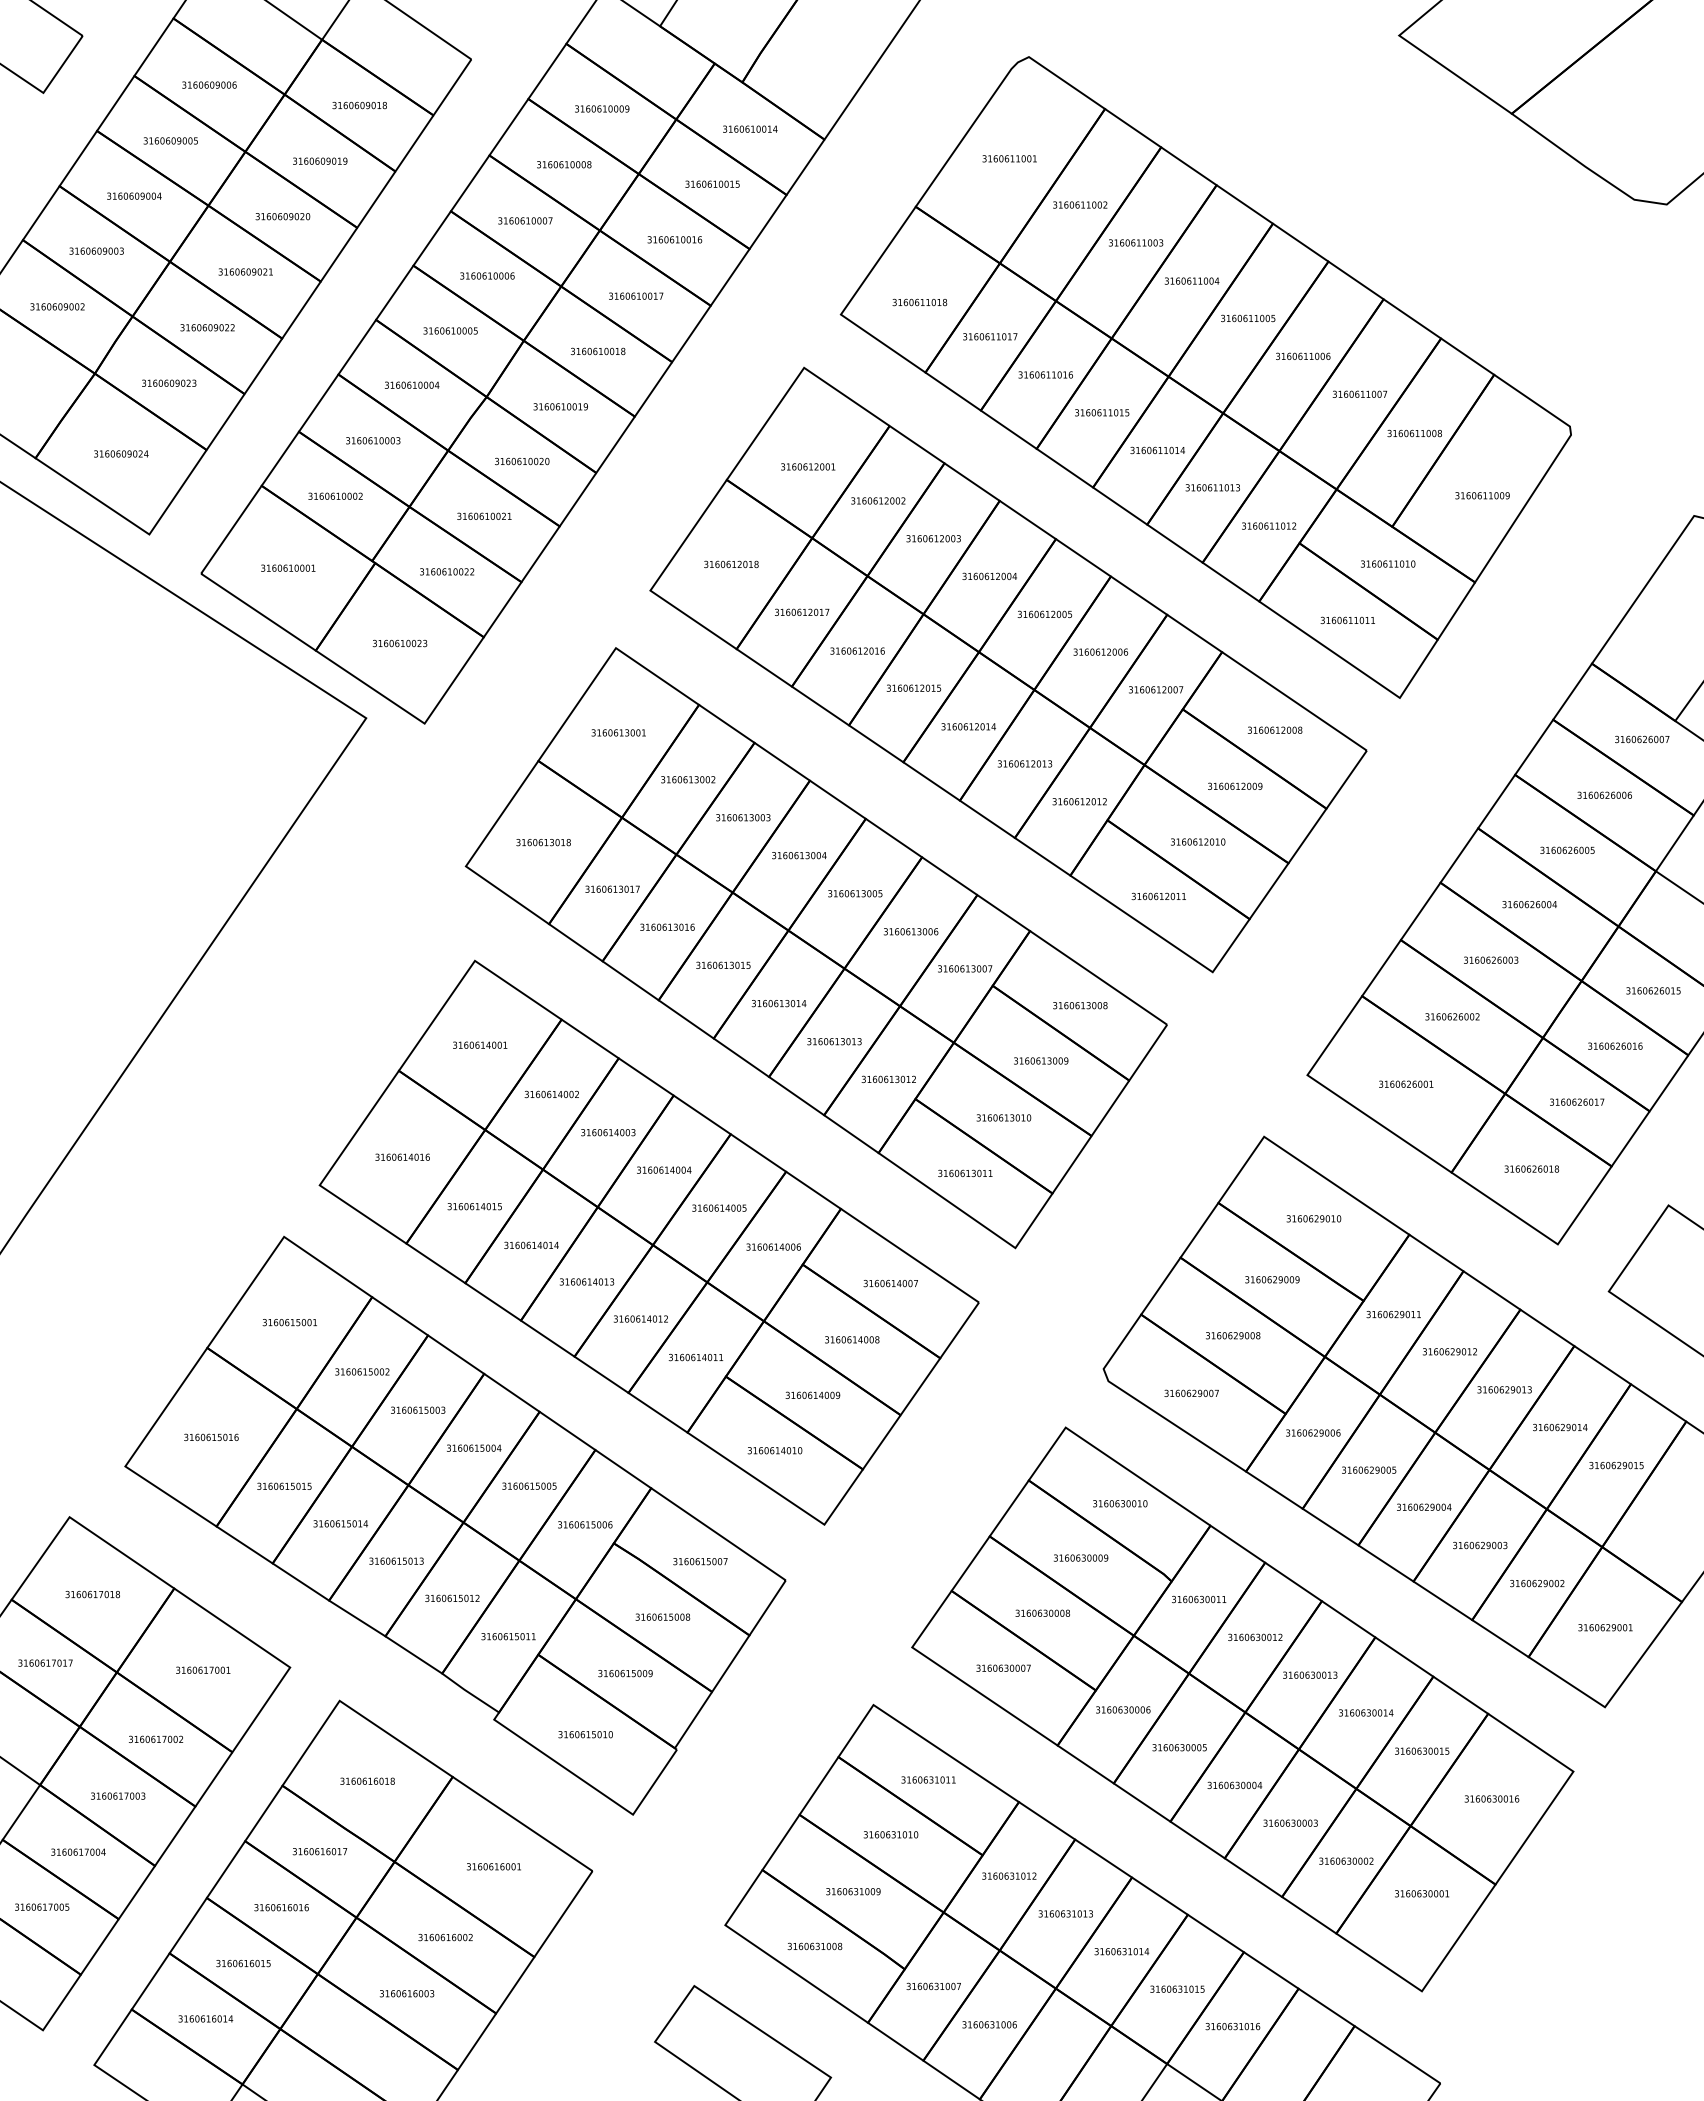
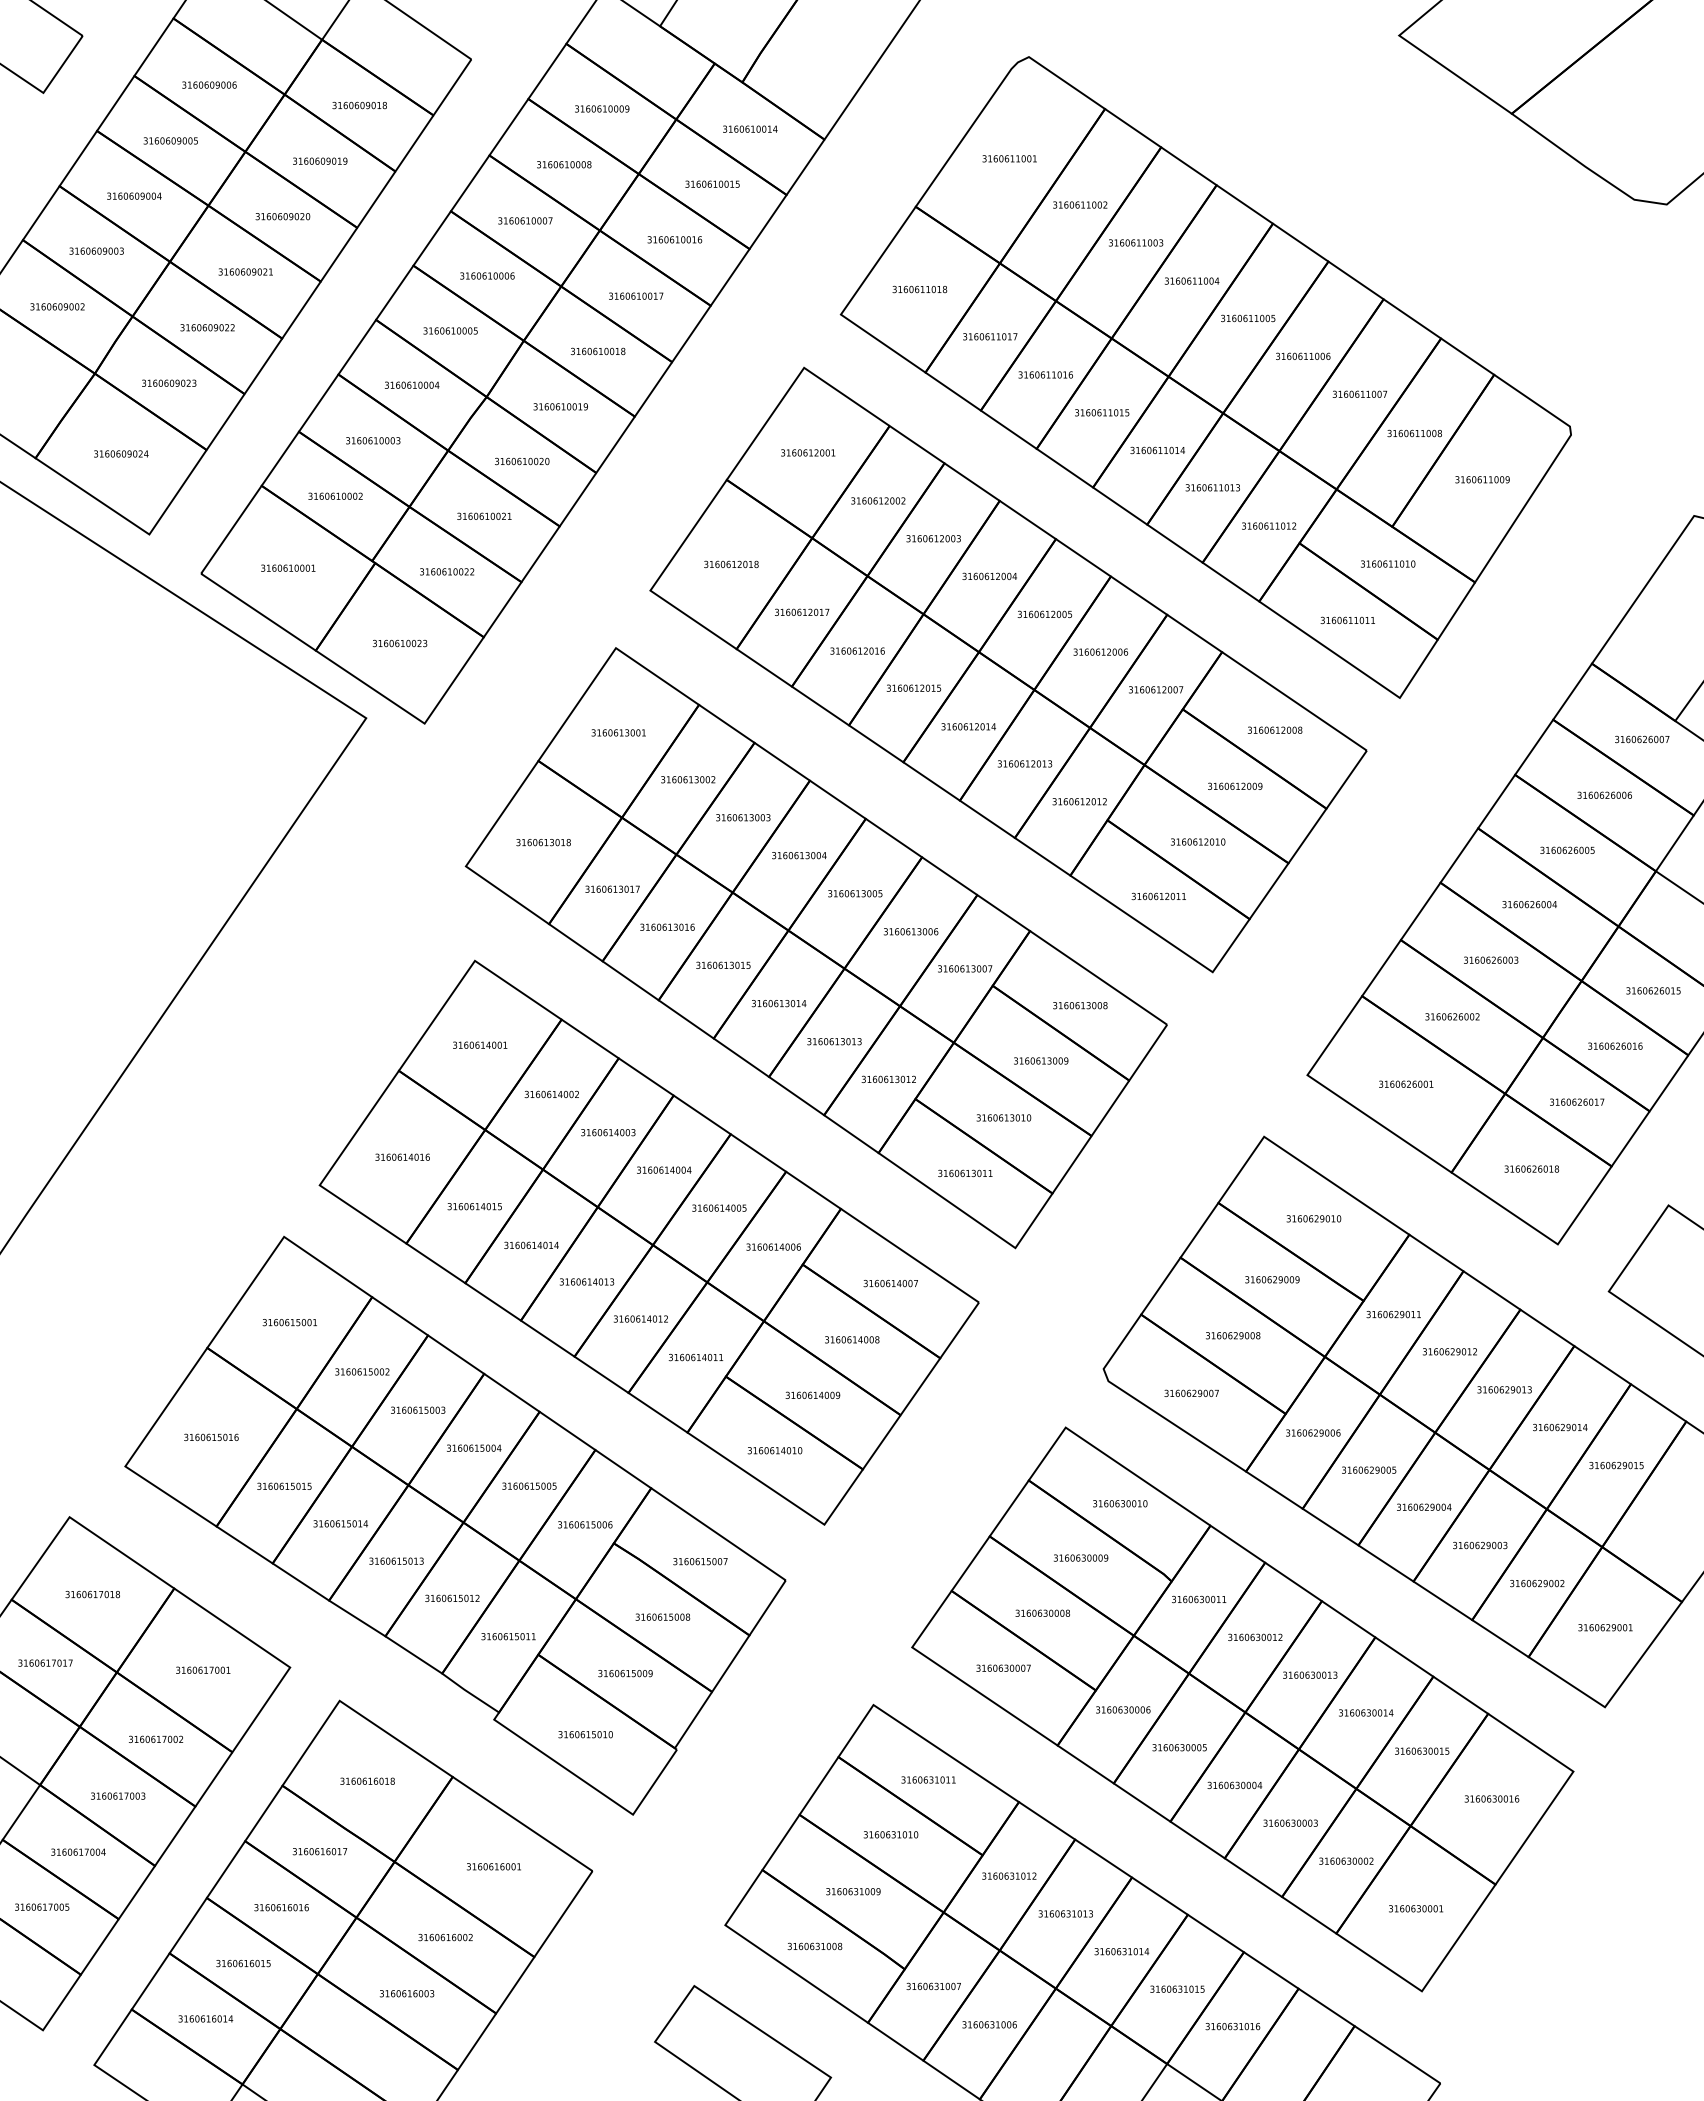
text at (919, 302) position: (919, 302) -> (919, 289)
text at (808, 466) position: (808, 466) -> (808, 452)
text at (1482, 495) position: (1482, 495) -> (1482, 479)
text at (1422, 1893) position: (1422, 1893) -> (1416, 1908)
